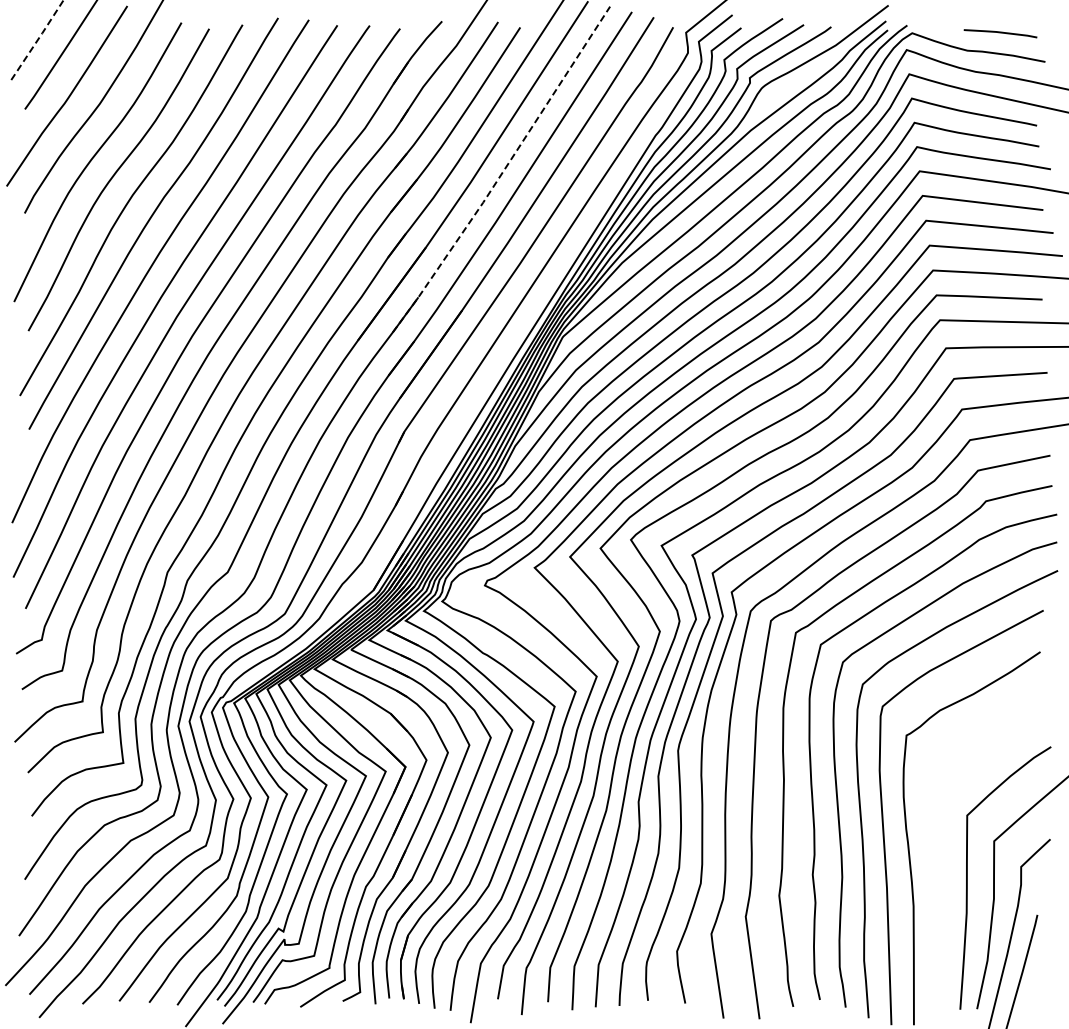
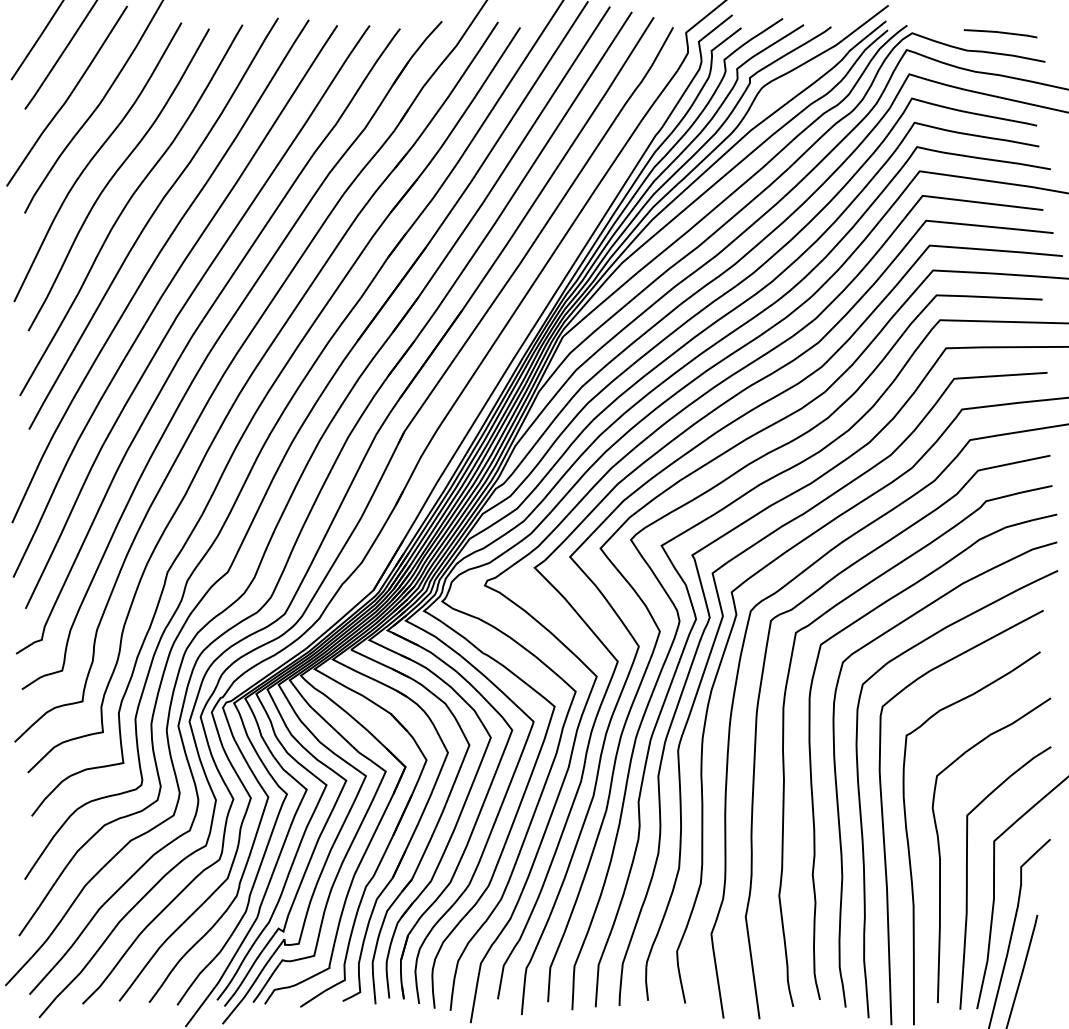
line at (37, 40): dashed -> solid
line at (503, 171): dashed -> solid
curve at (940, 850): none -> present
